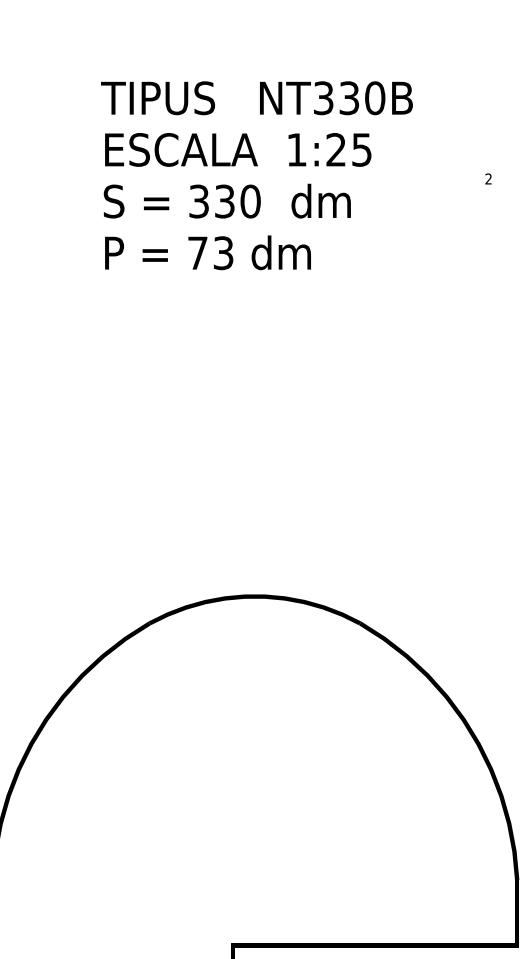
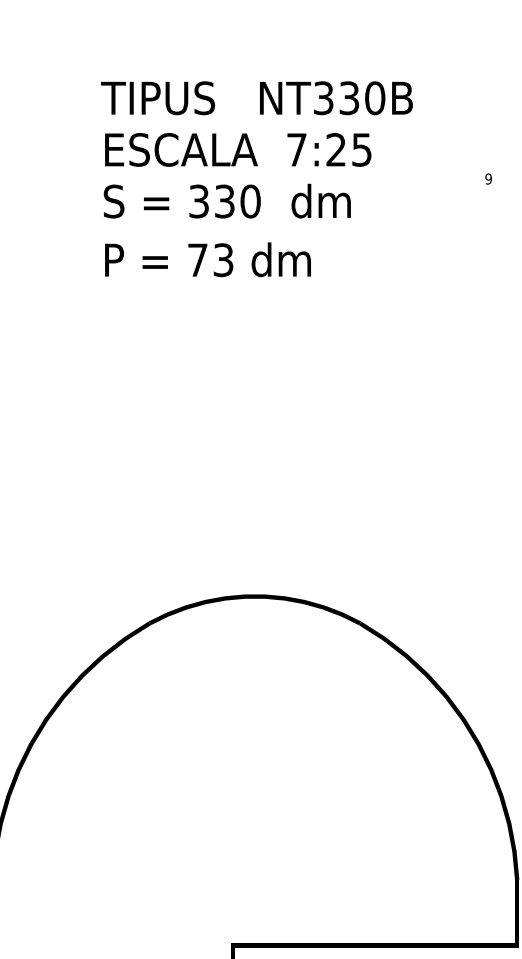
text at (296, 149): 1:25 -> 7:25
text at (488, 178): 2 -> 9
text at (207, 252) position: (207, 252) -> (207, 259)
